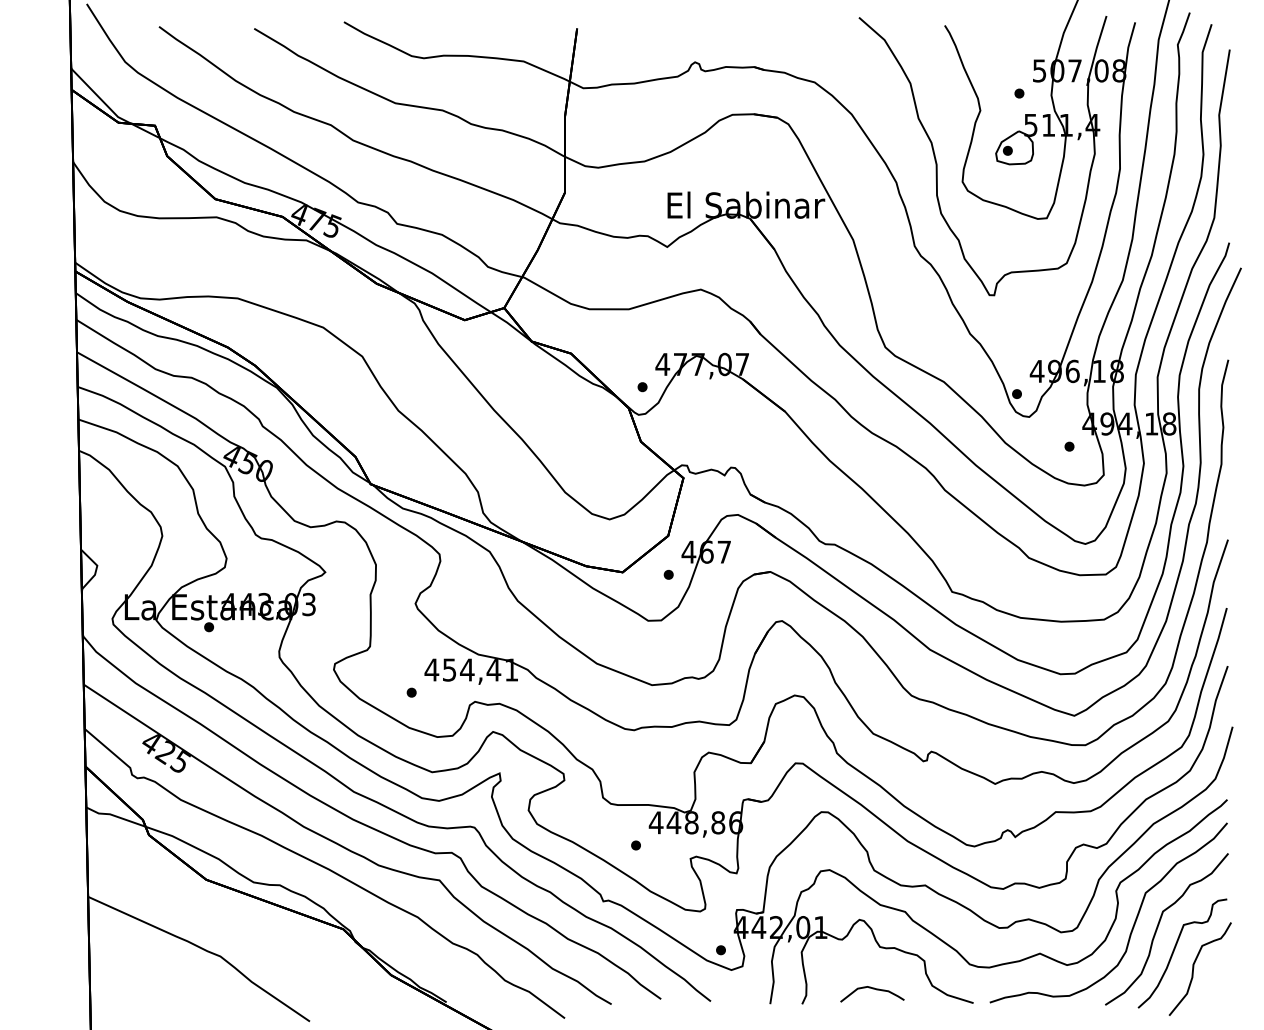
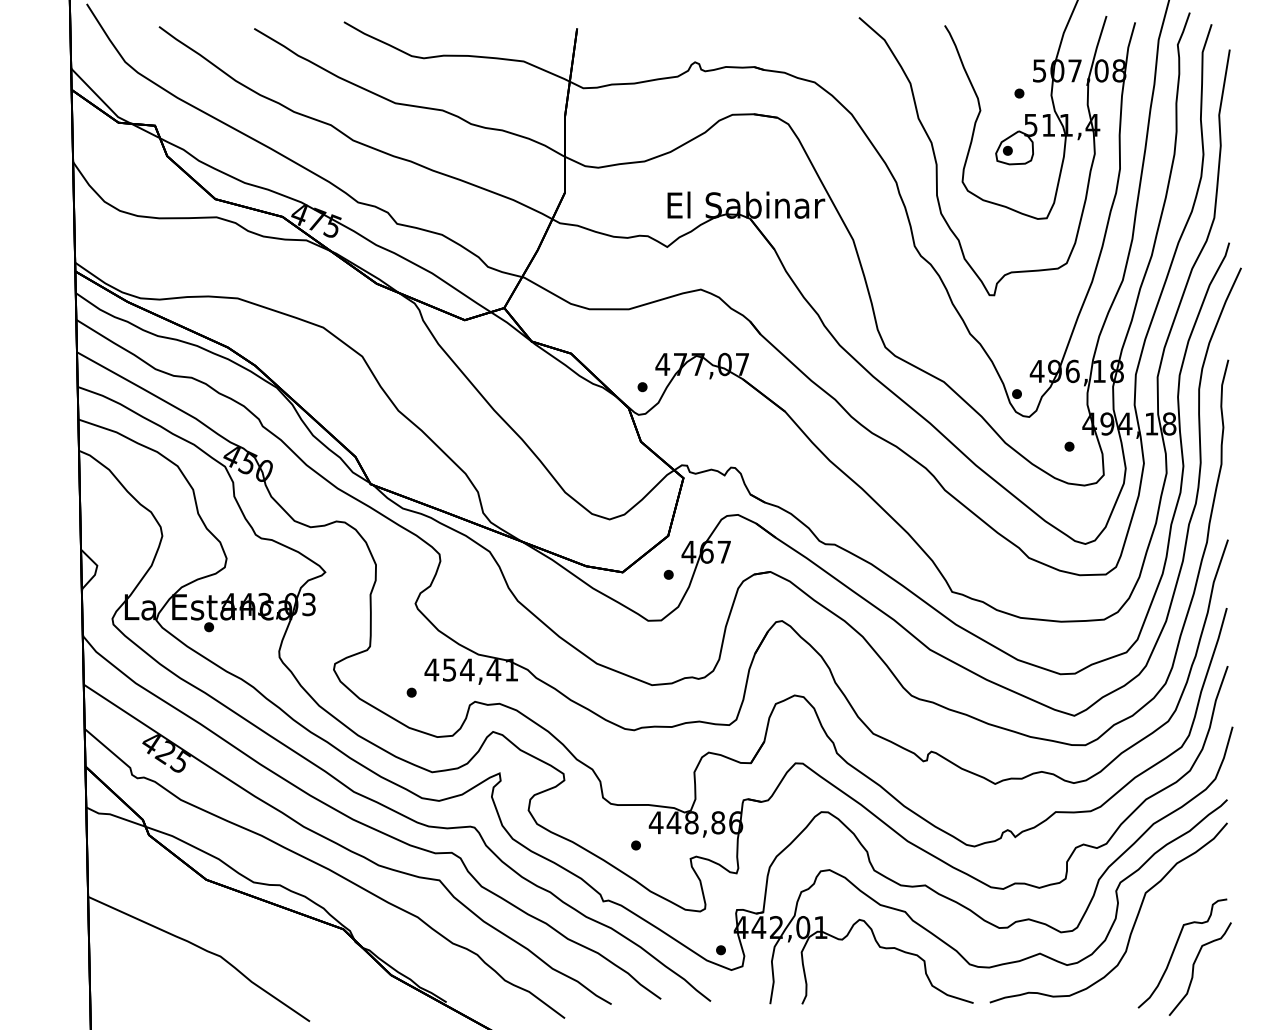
curve at (1158, 927): present -> none
curve at (872, 989): present -> none
